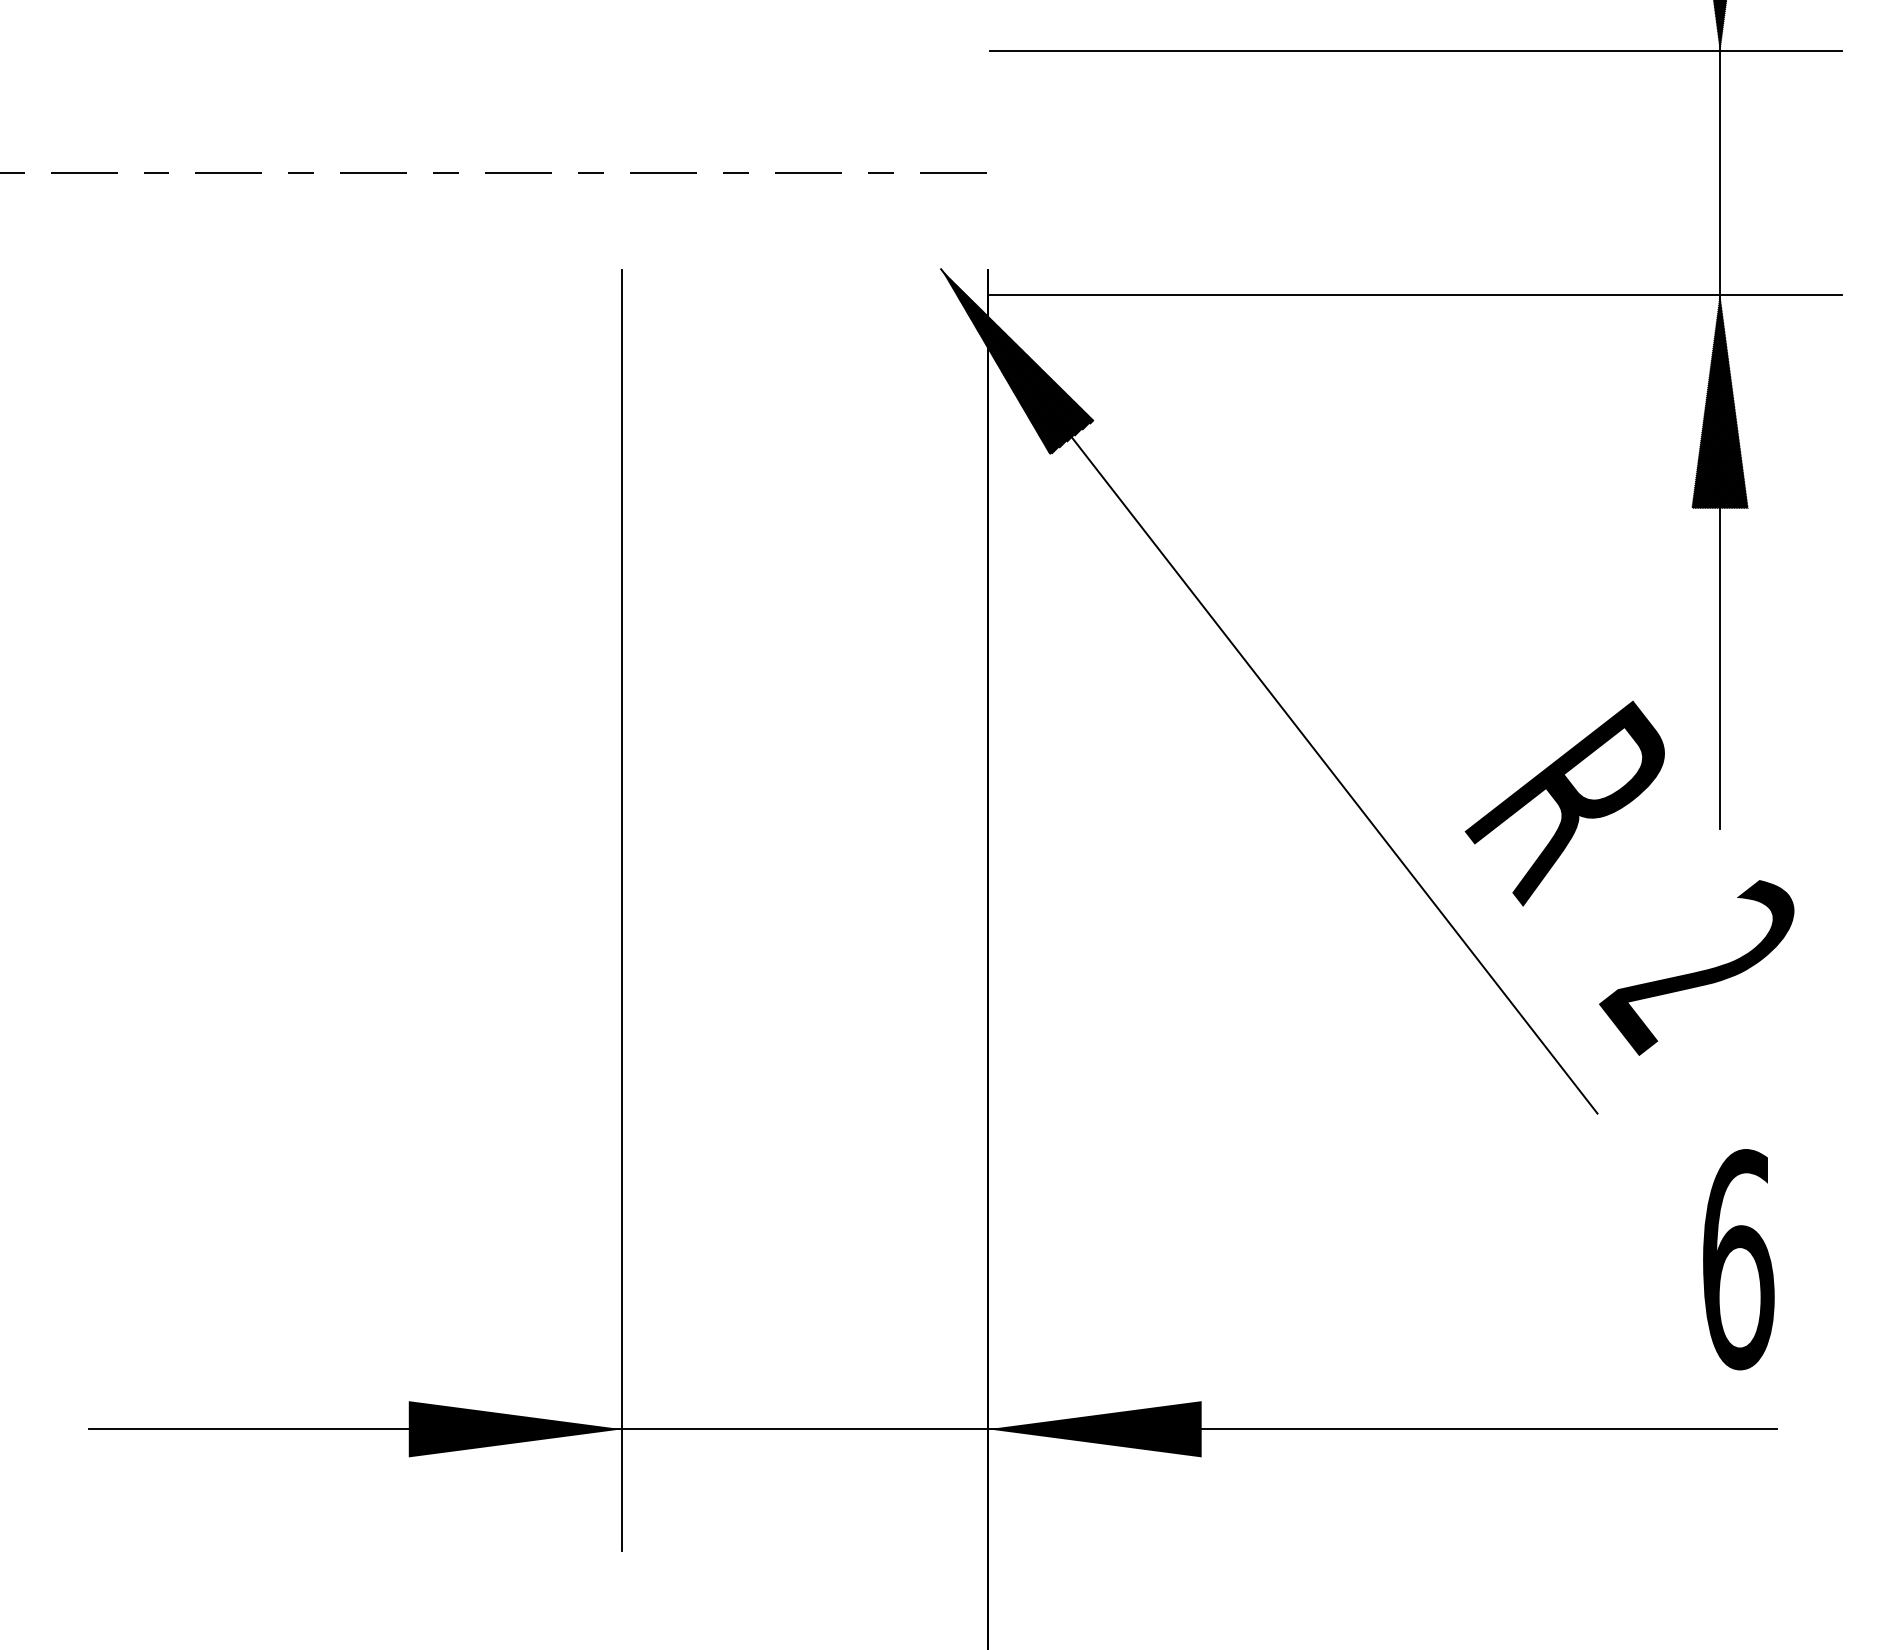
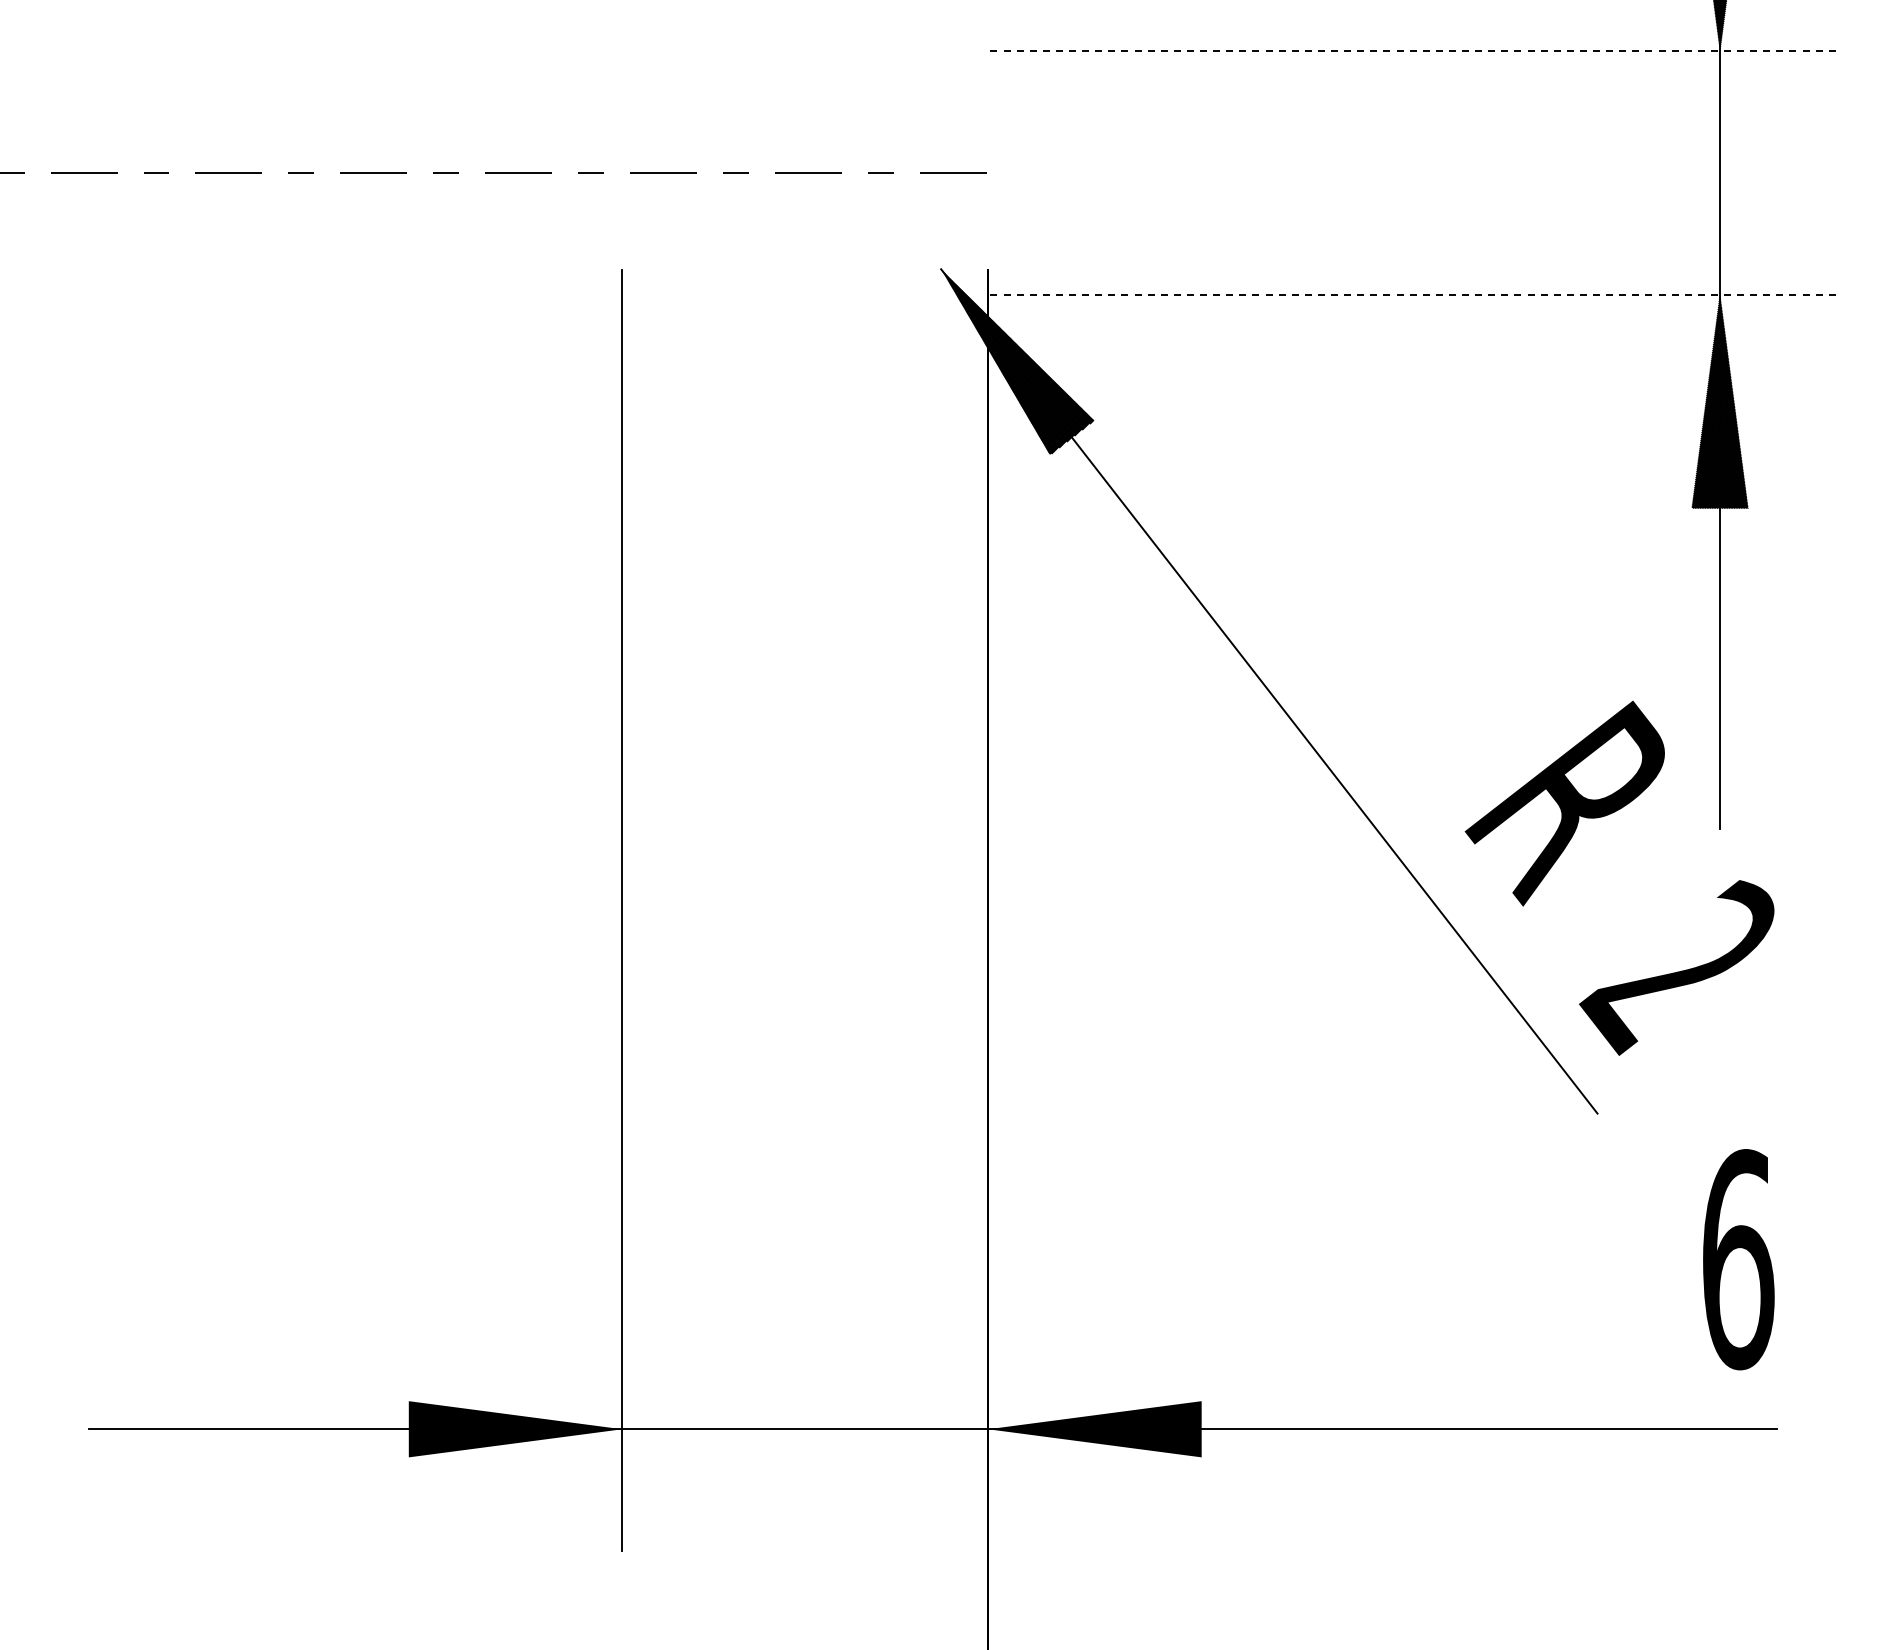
line at (1416, 50): solid -> dashed
line at (1416, 294): solid -> dashed
text at (1696, 967) position: (1696, 967) -> (1676, 967)
